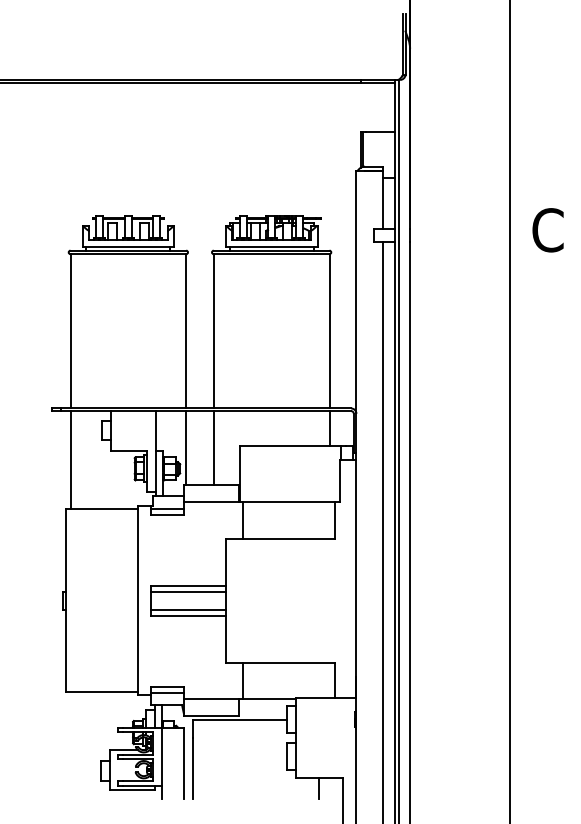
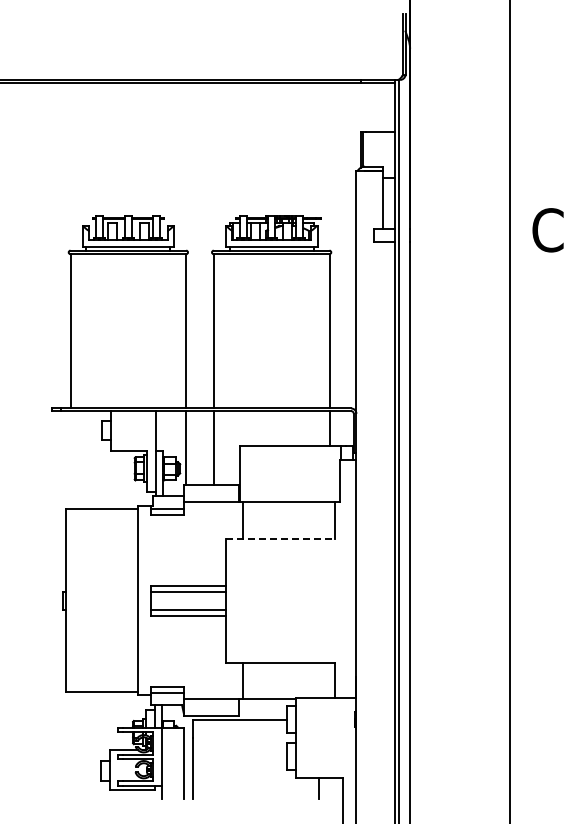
line at (70, 460): present -> none
line at (383, 531): present -> none
line at (280, 538): solid -> dashed
